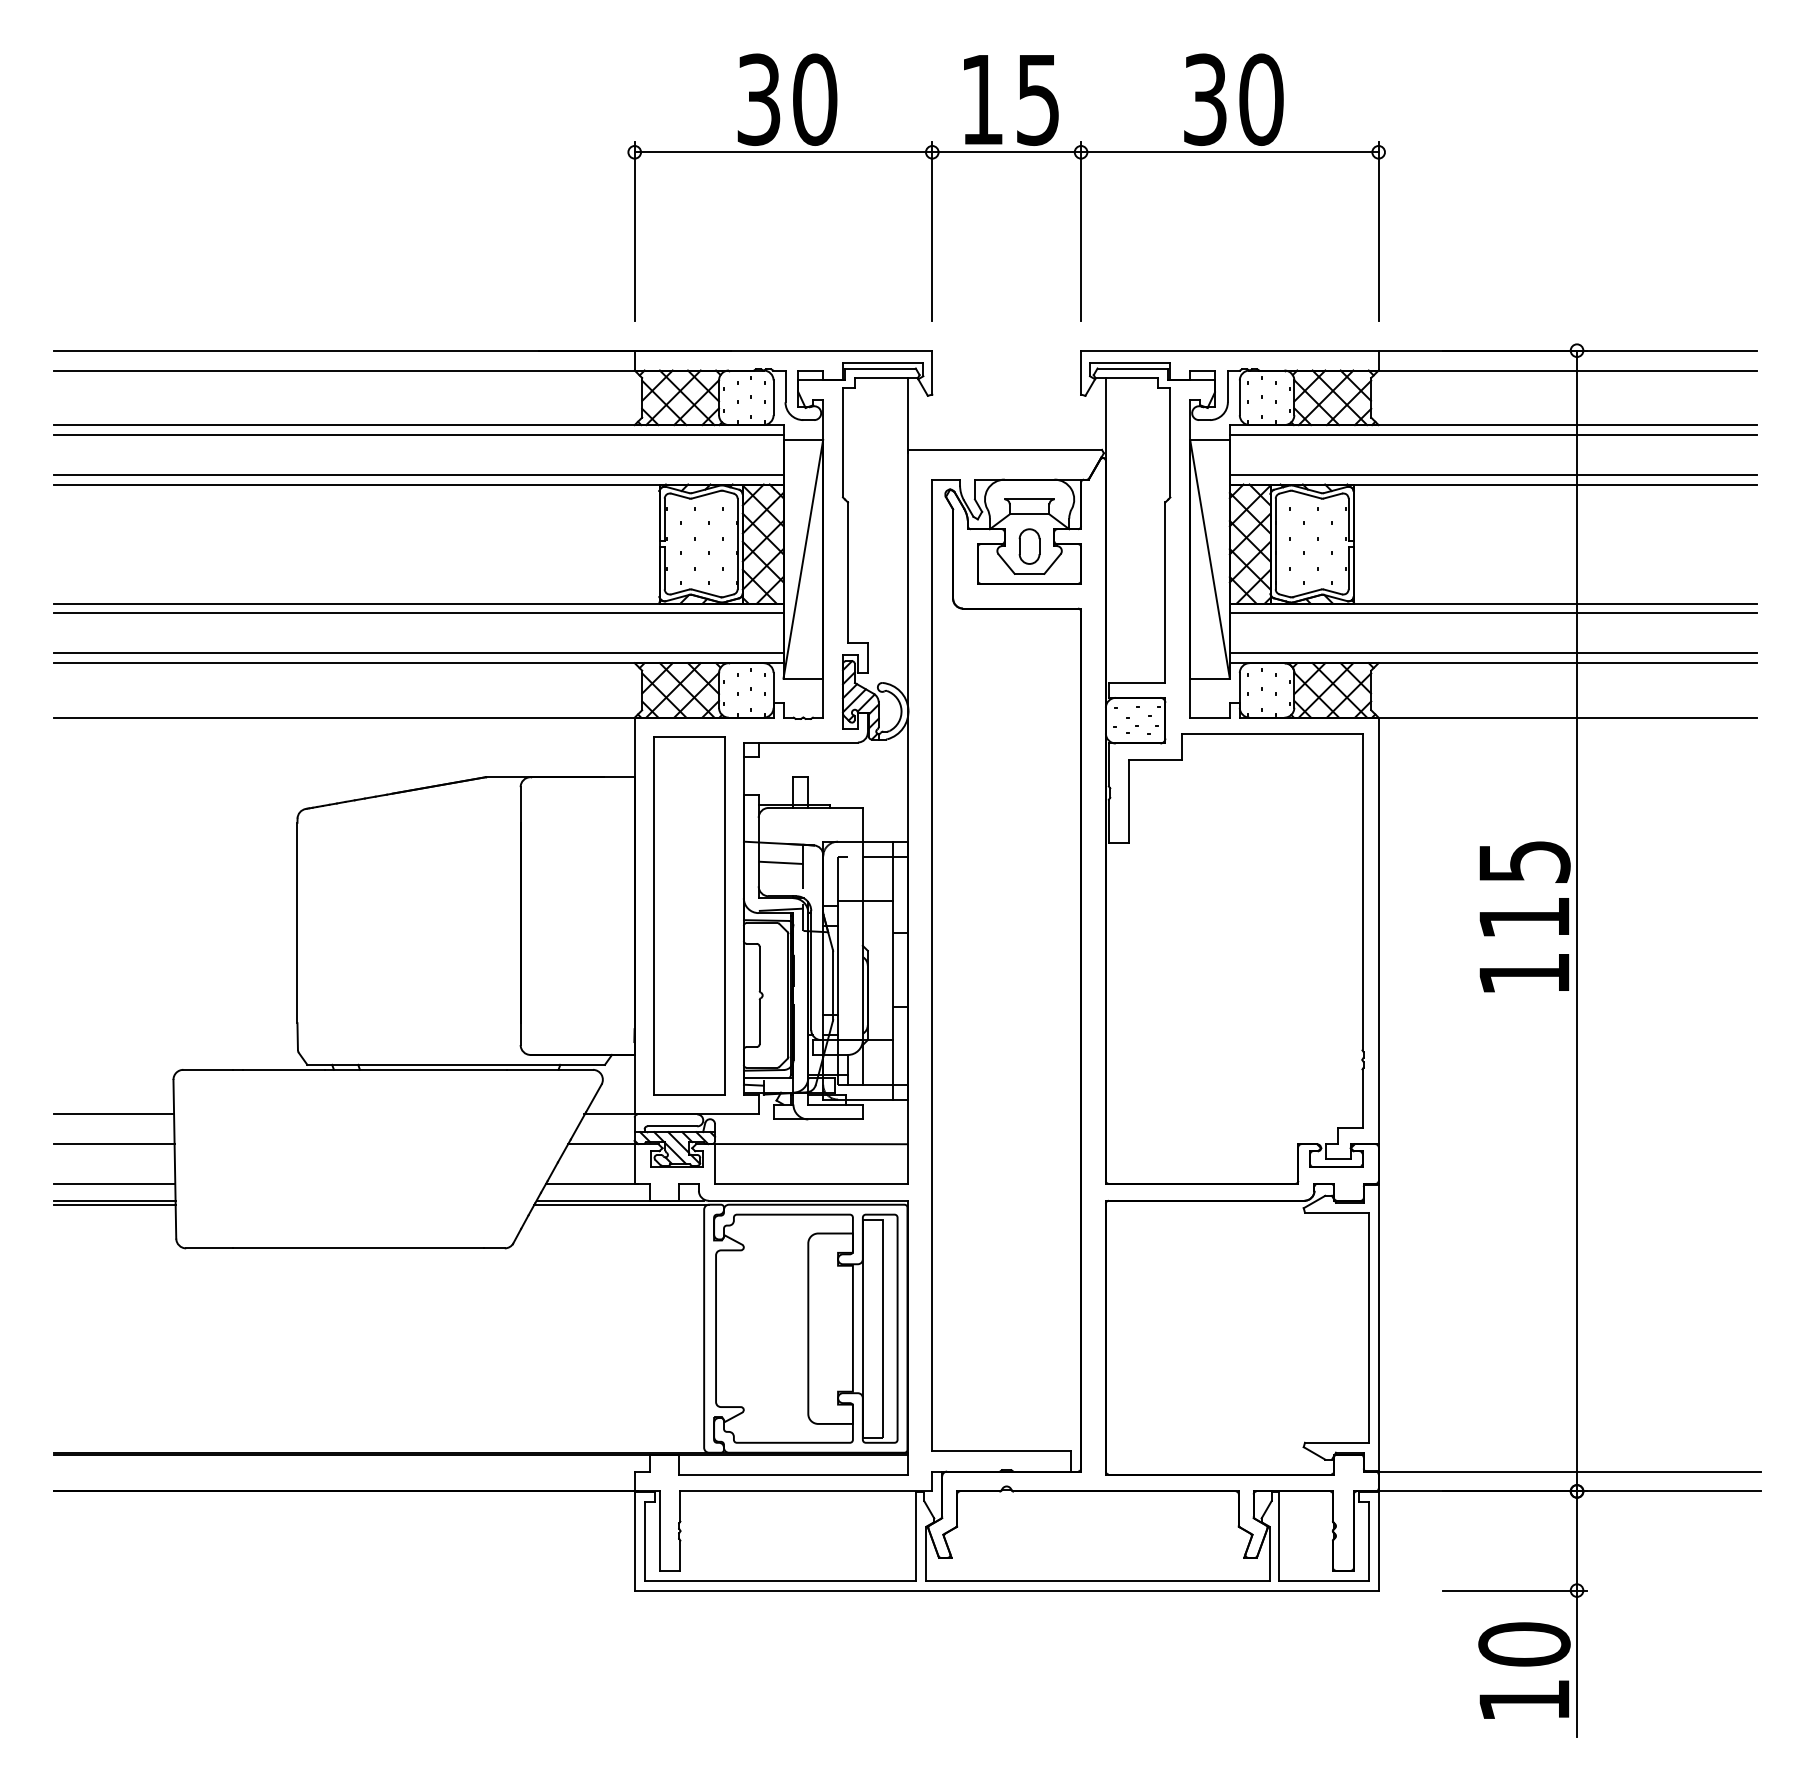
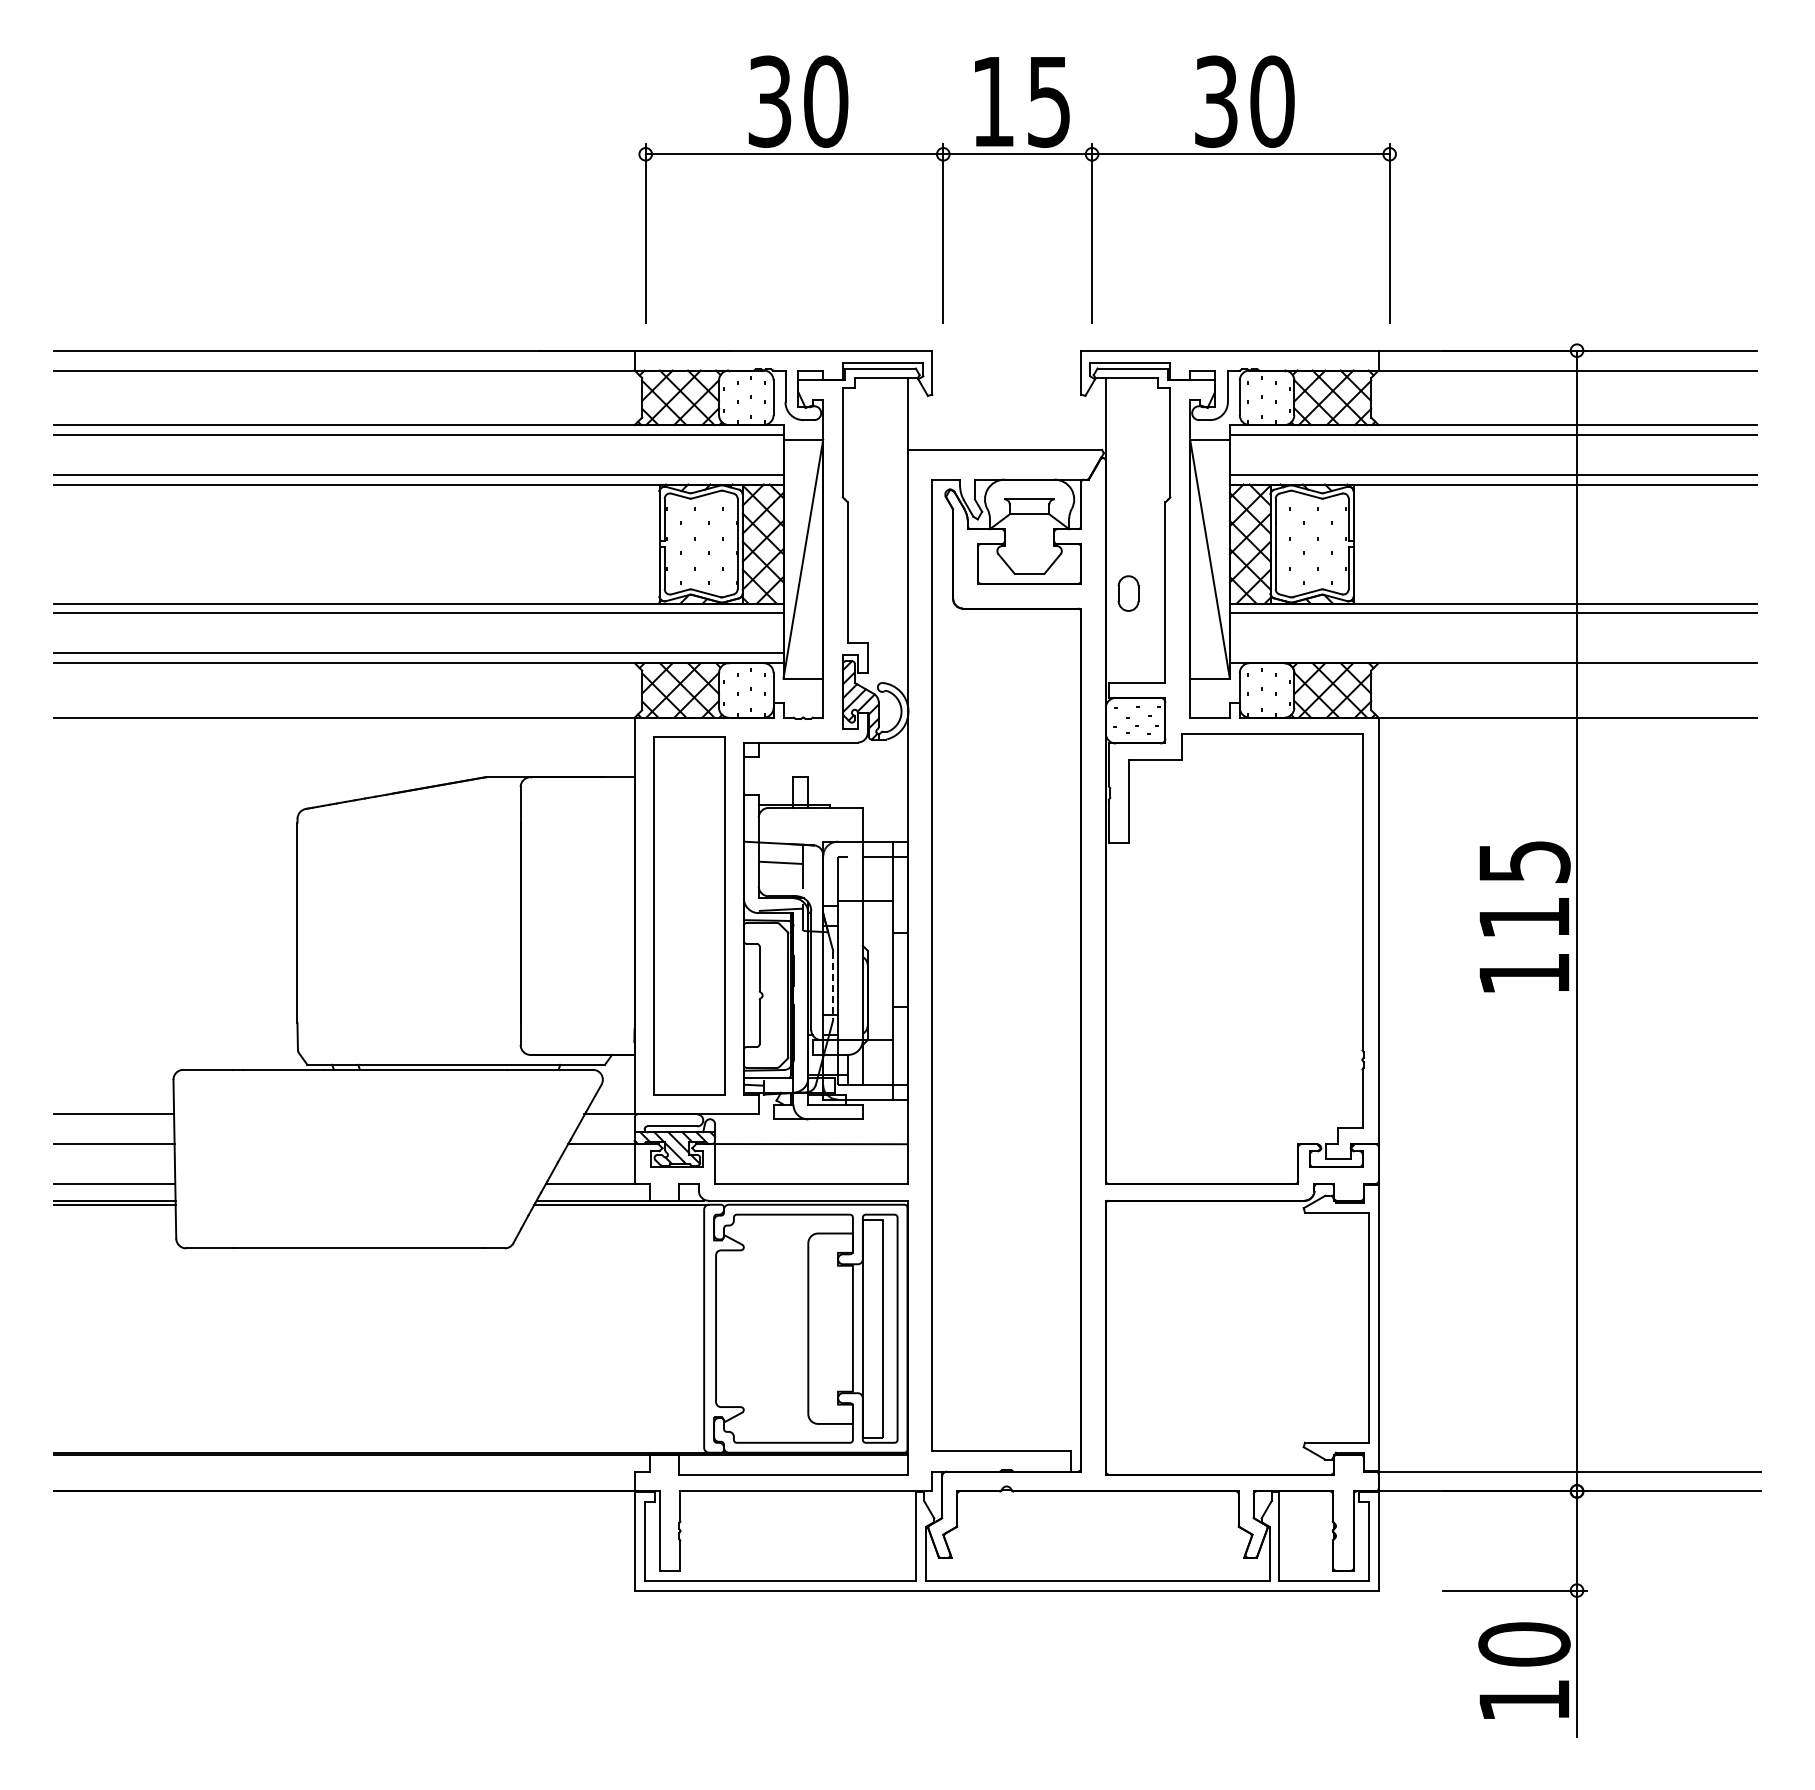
part at (1006, 152) position: (1006, 152) -> (1017, 154)
part at (1029, 546) position: (1029, 546) -> (1128, 593)
line at (1492, 653): present -> none
line at (833, 986): solid -> dashed
